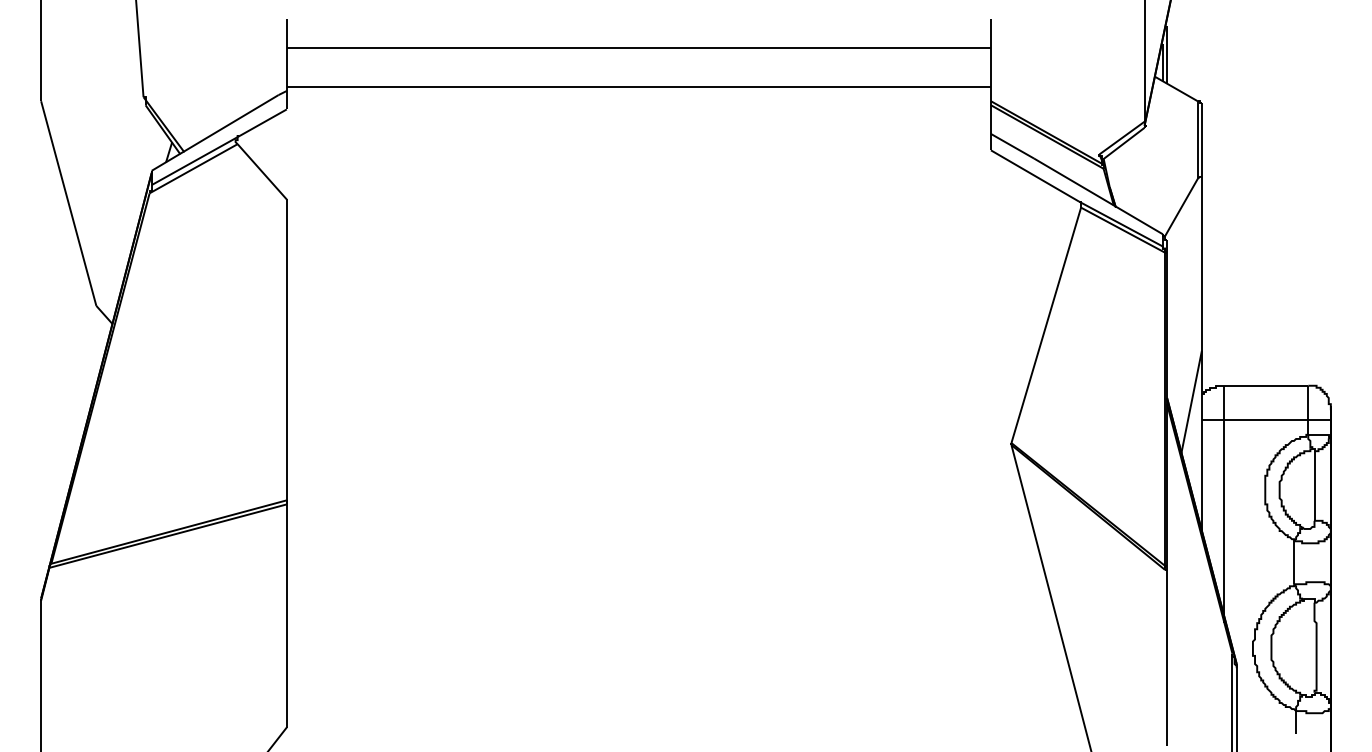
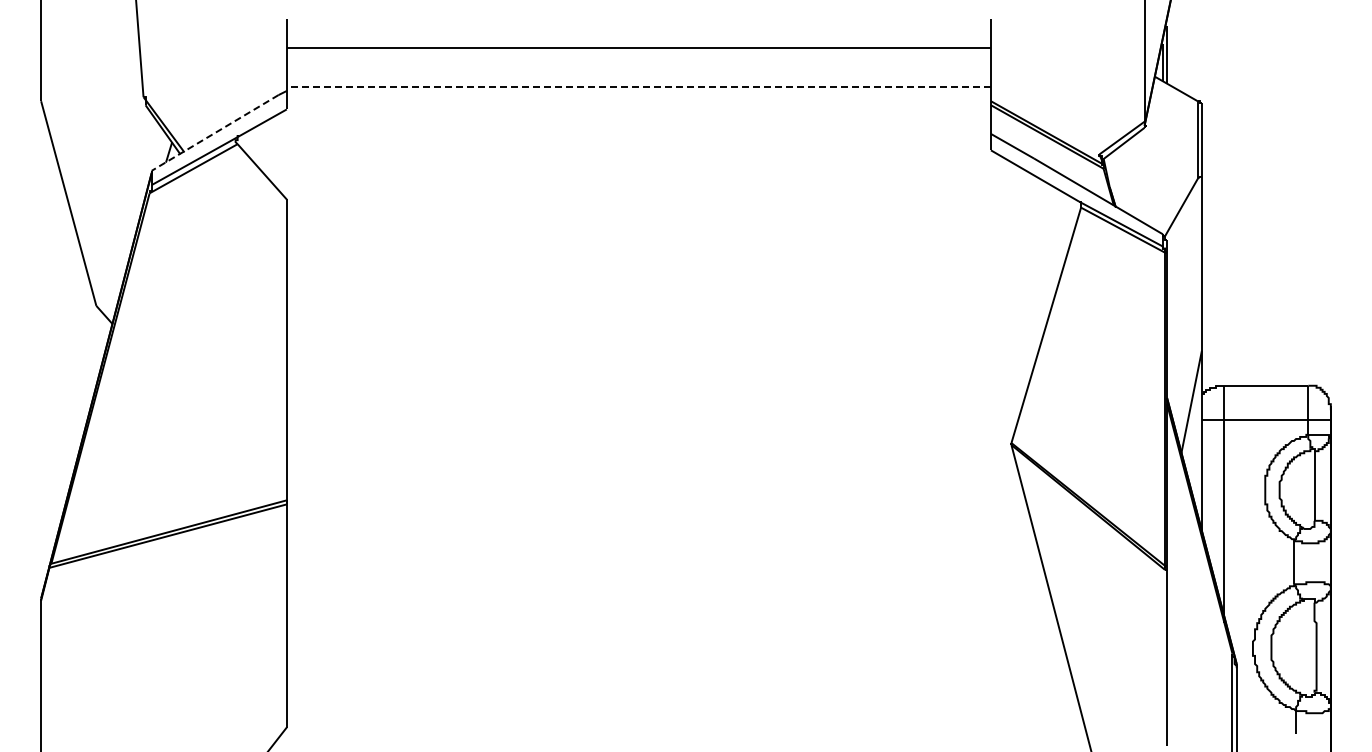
line at (638, 86): solid -> dashed
line at (215, 132): solid -> dashed
